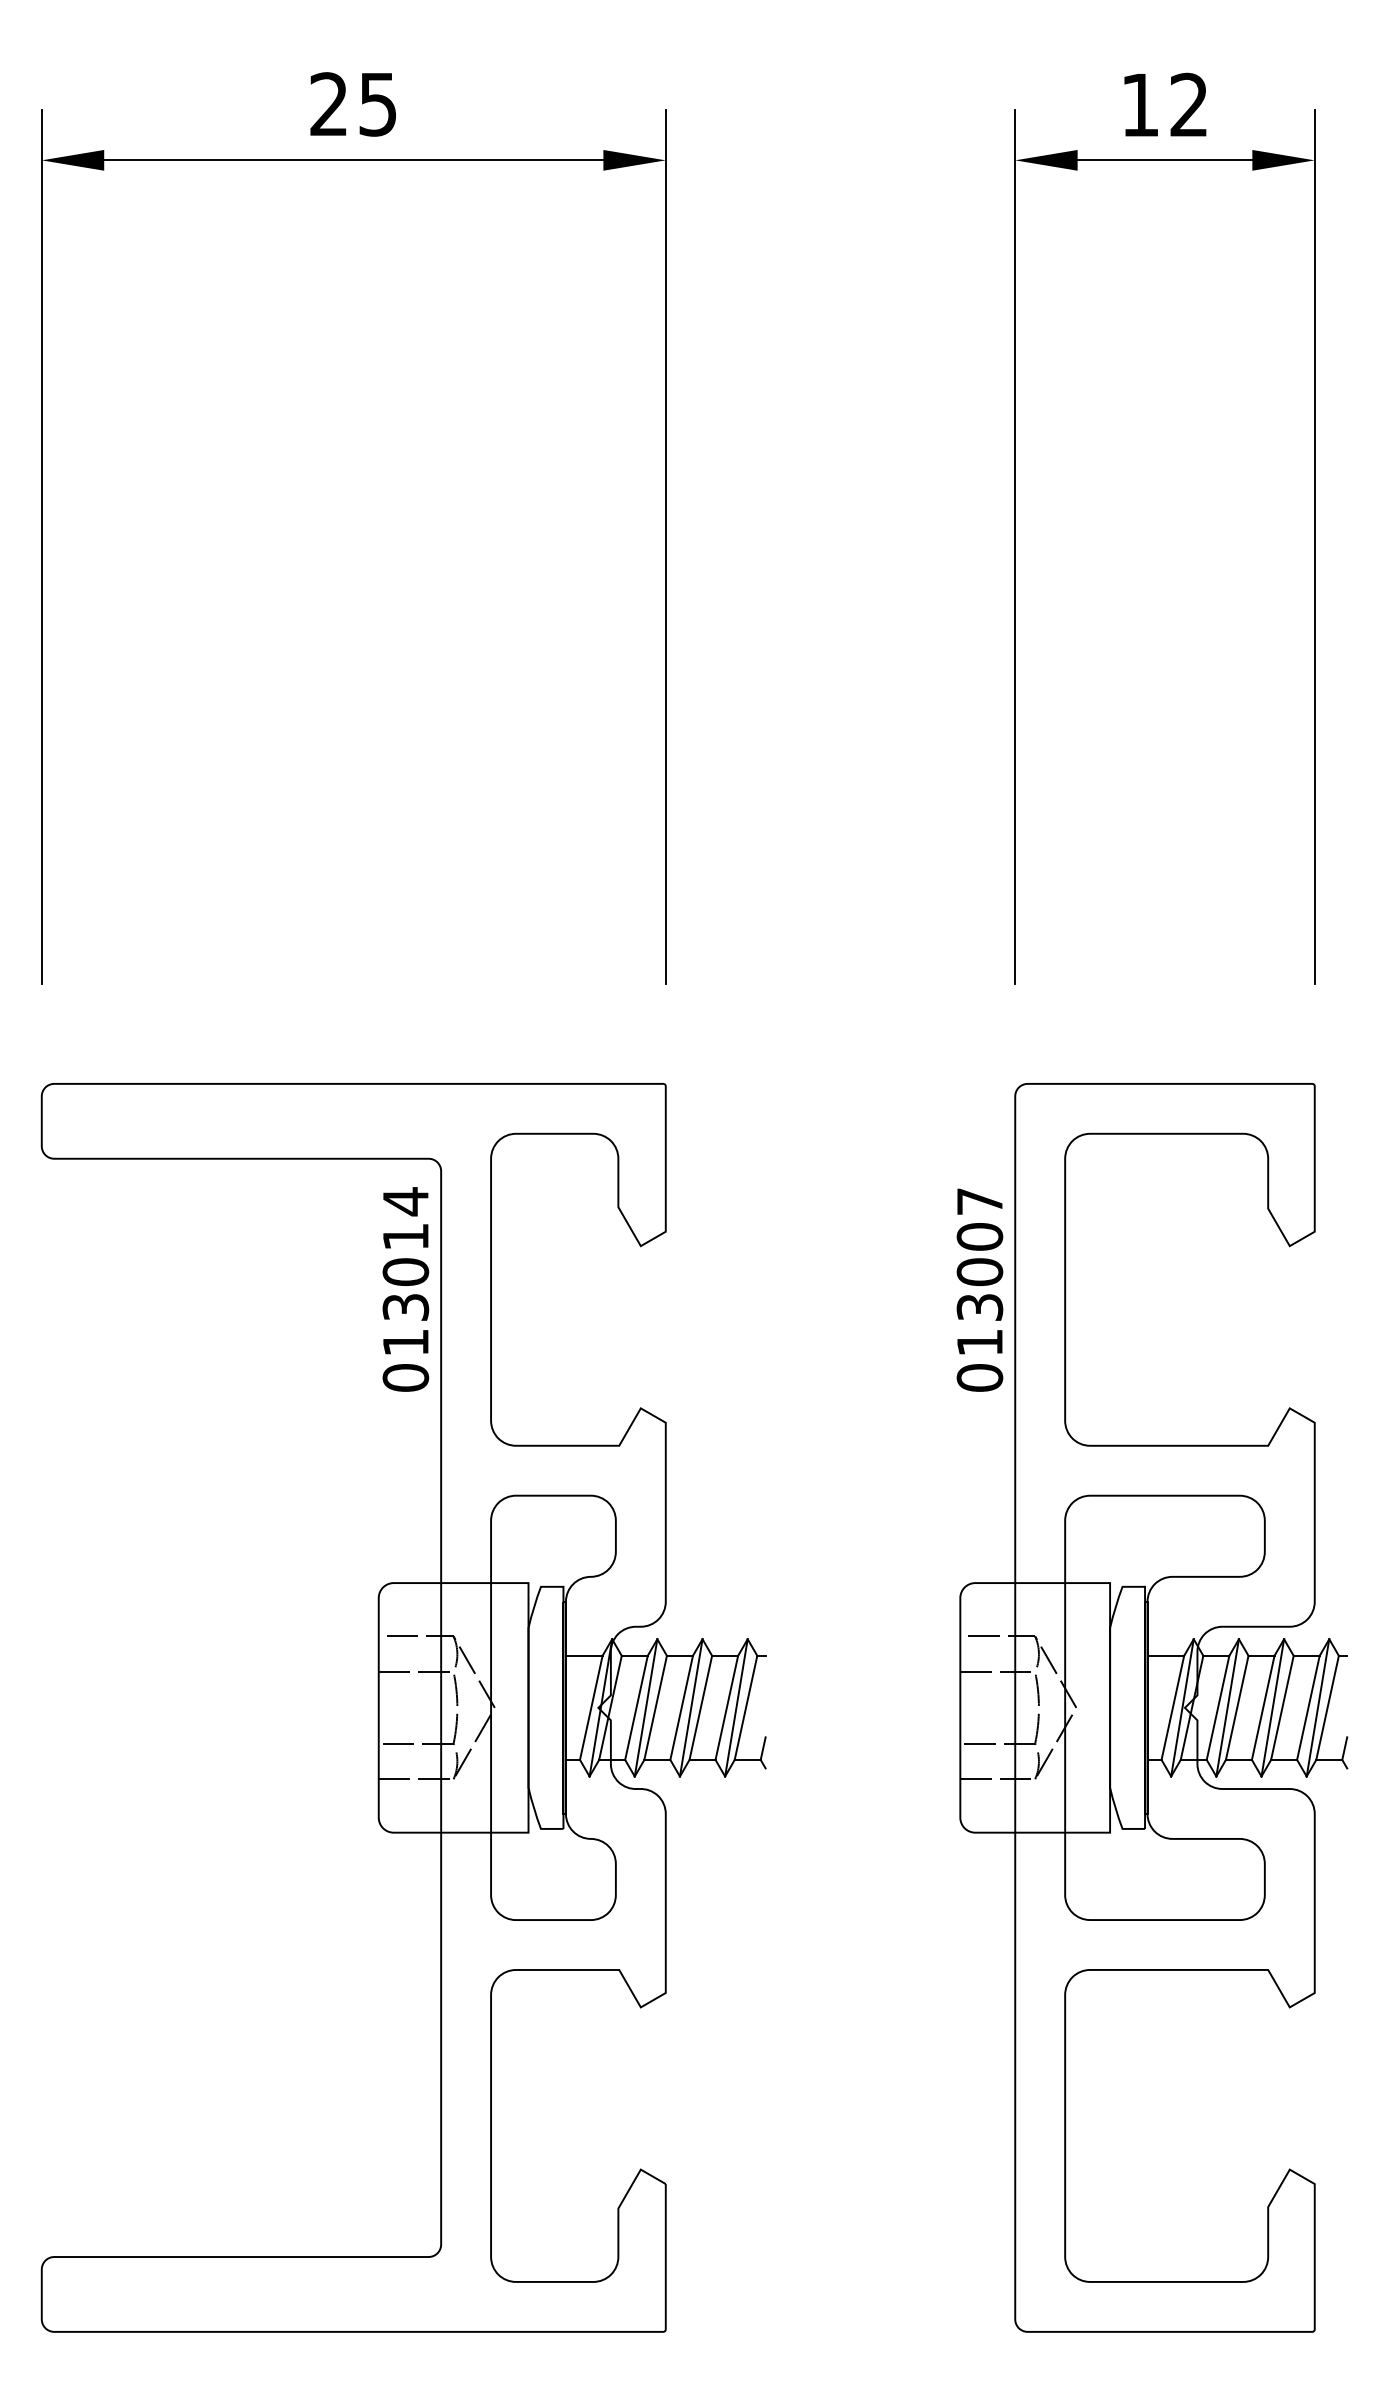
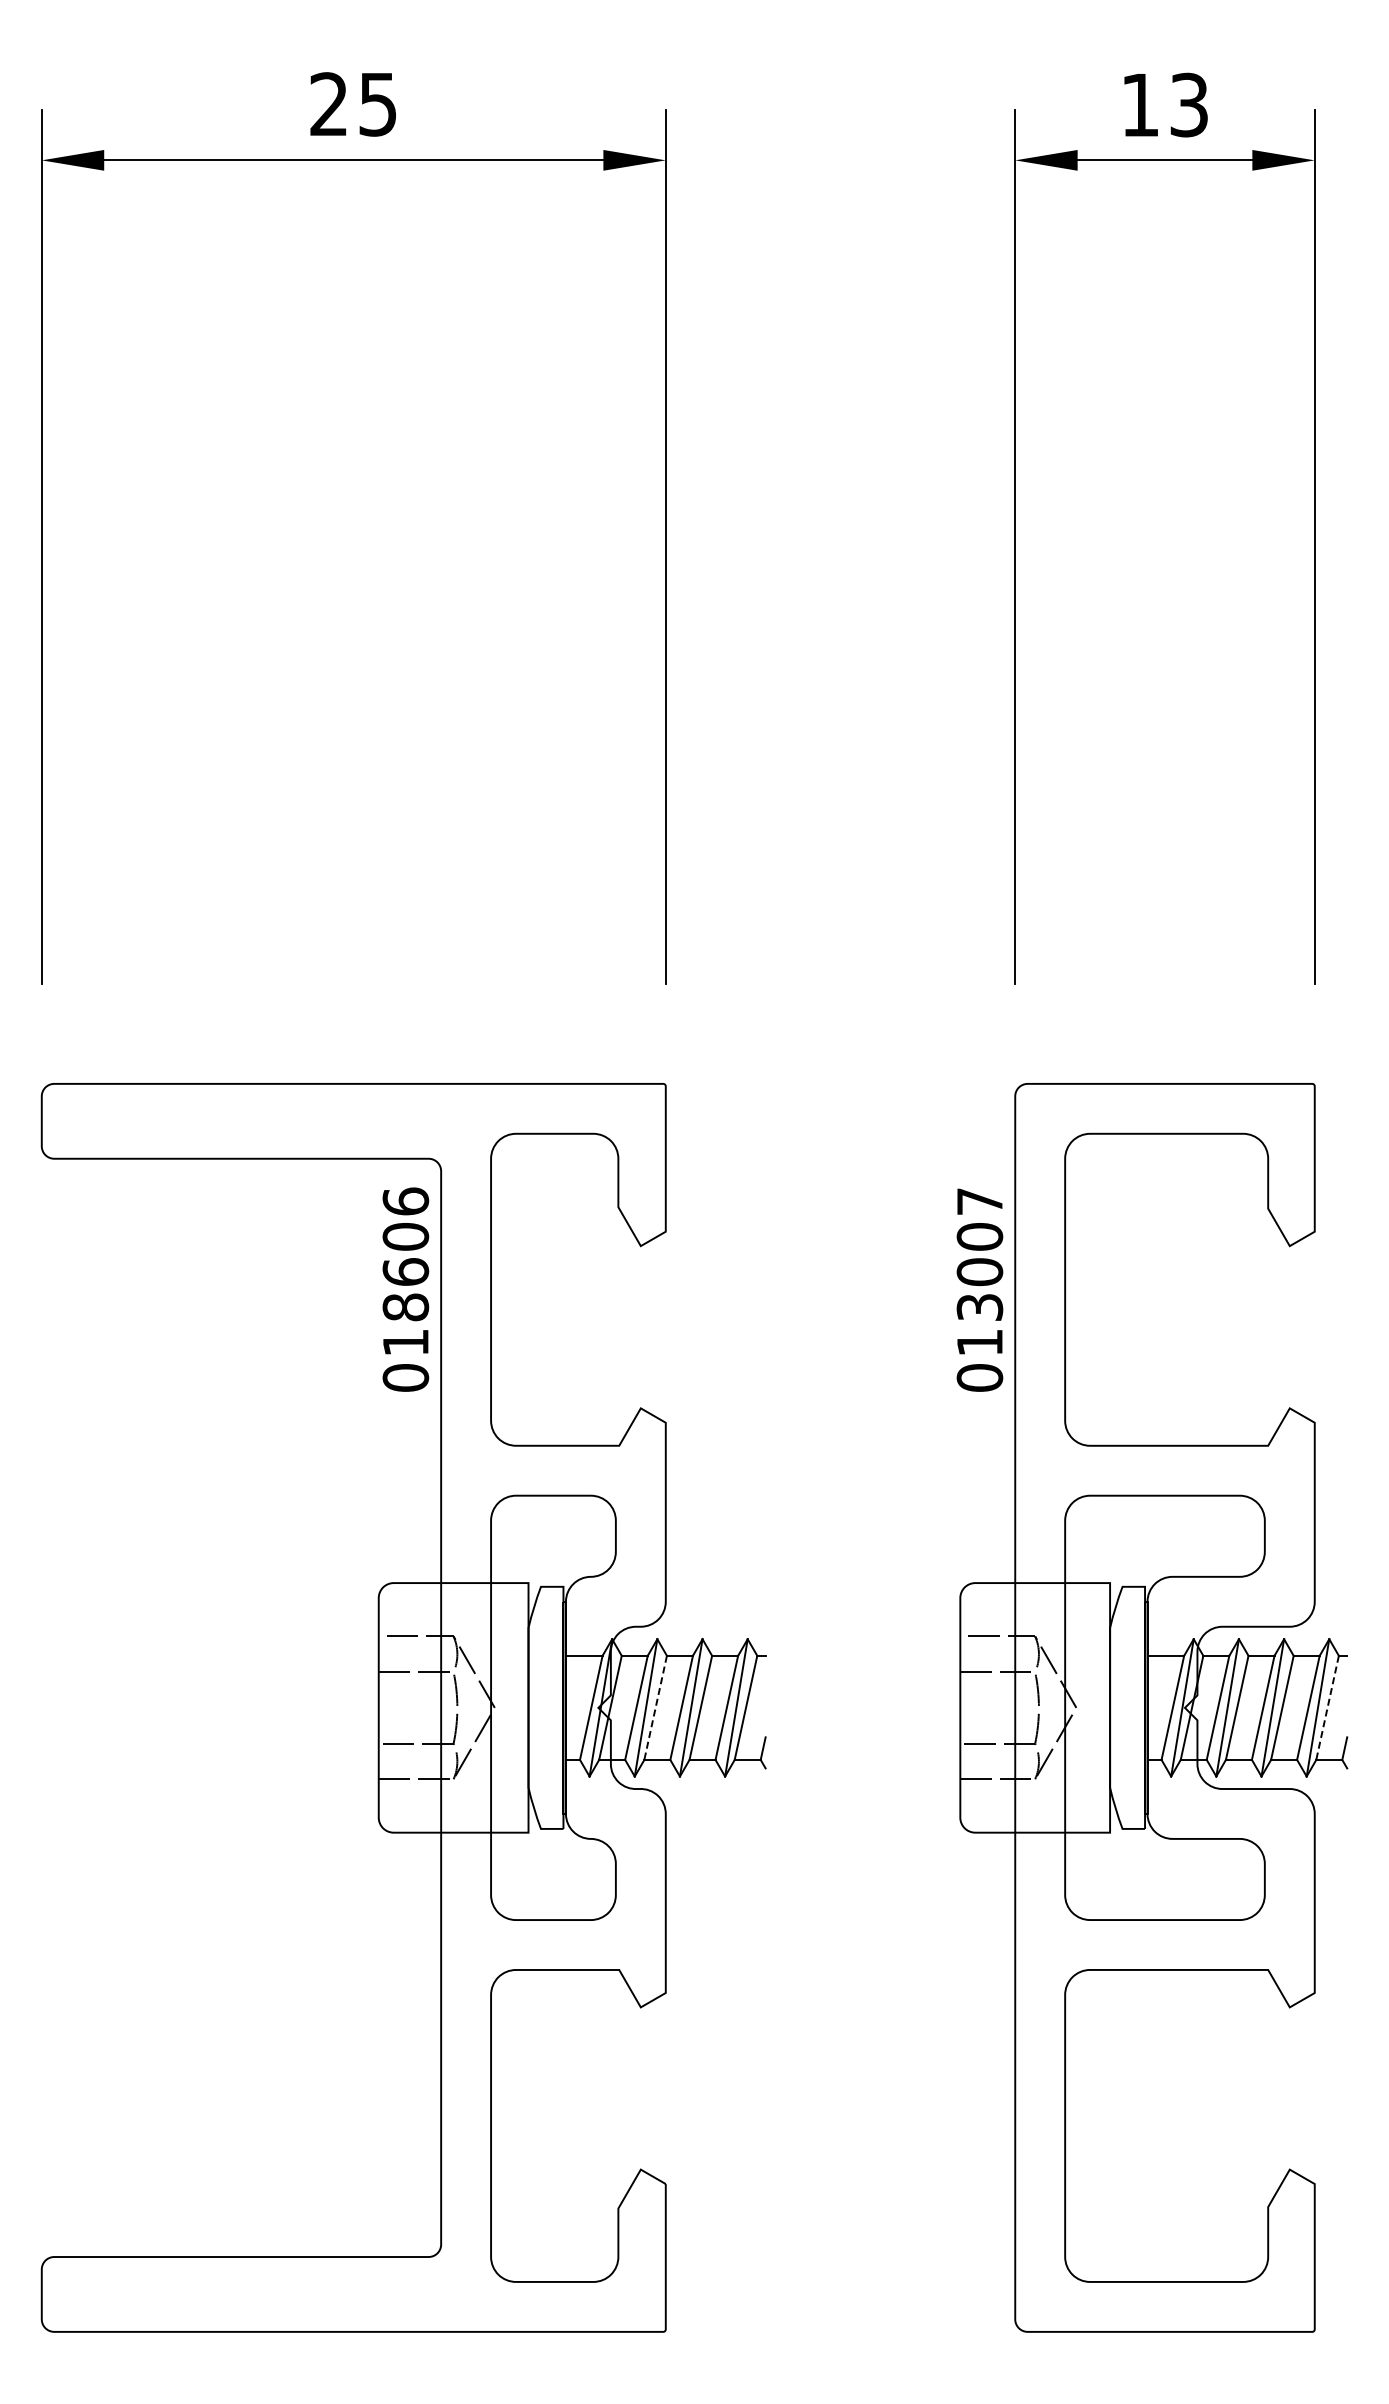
text at (1188, 105): 12 -> 13
text at (405, 1254): 013014 -> 018606
line at (655, 1708): solid -> dashed
line at (1327, 1708): solid -> dashed
